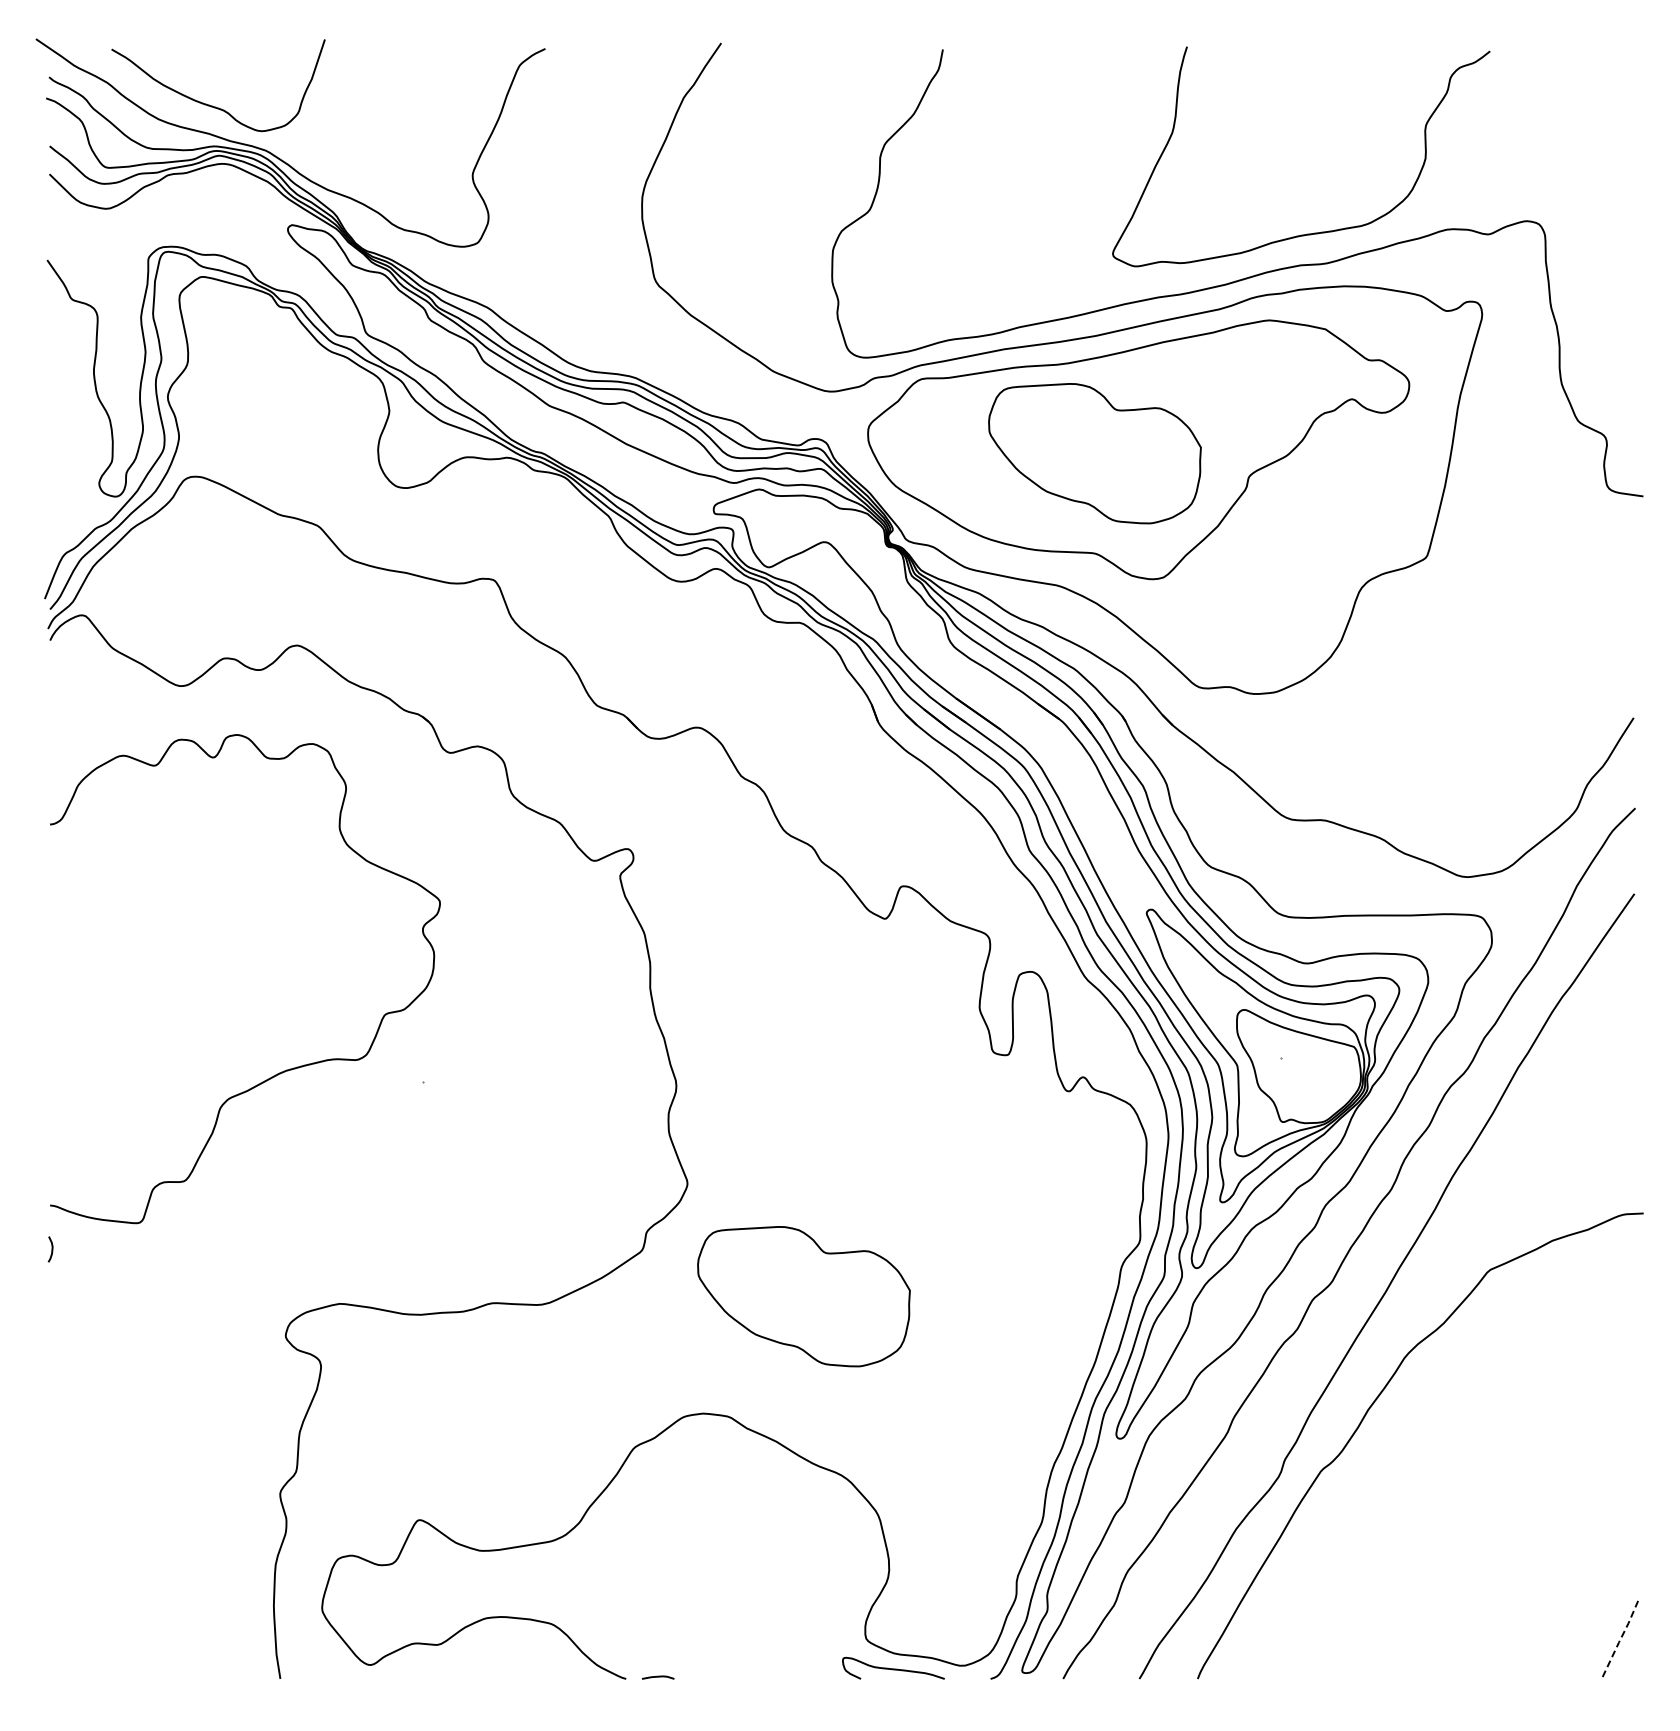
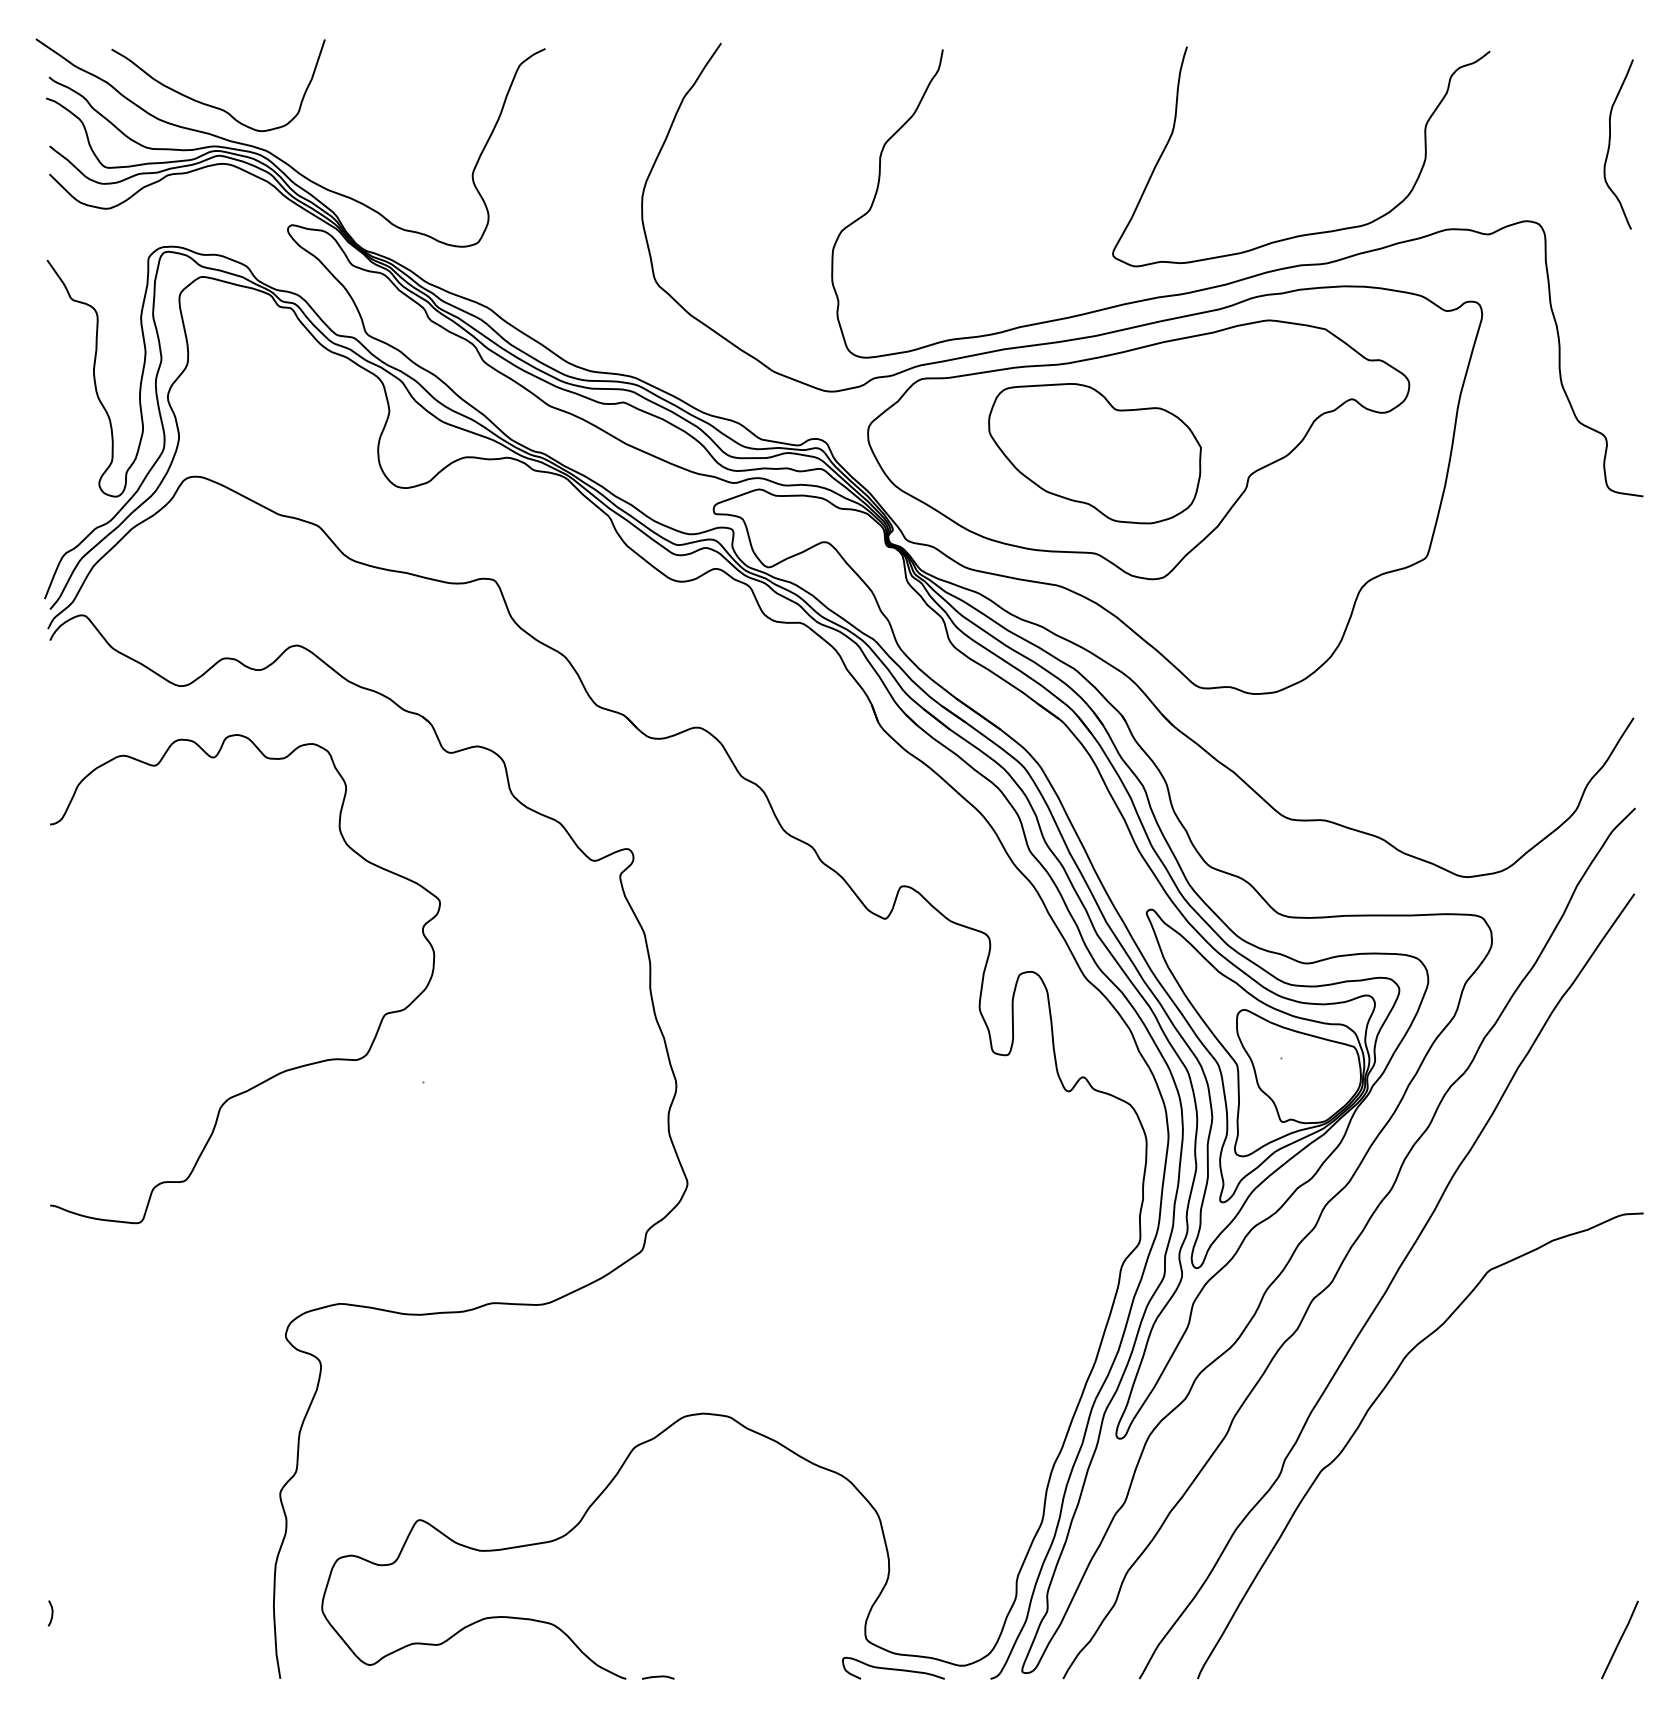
curve at (1610, 144): none -> present
curve at (51, 1249) position: (51, 1249) -> (51, 1613)
part at (803, 1296): present -> none
line at (1620, 1639): dashed -> solid
